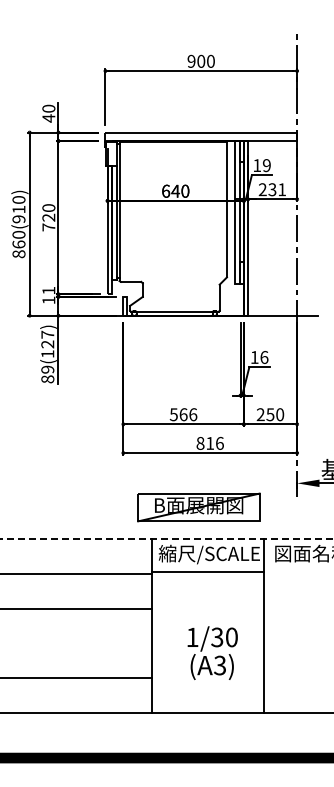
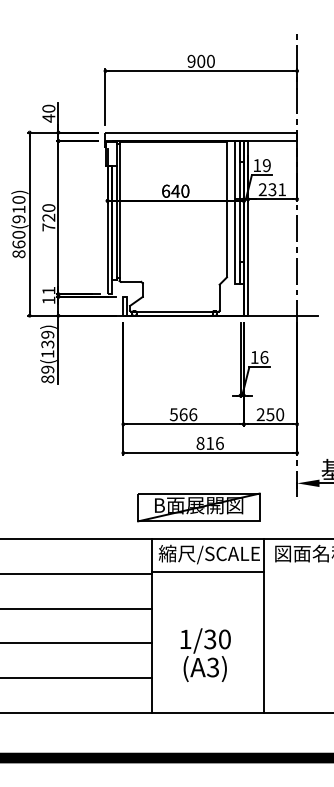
text at (47, 339): 89(127) -> 89(139)
line at (167, 539): dashed -> solid
line at (76, 643): none -> present
text at (212, 652) position: (212, 652) -> (205, 654)
